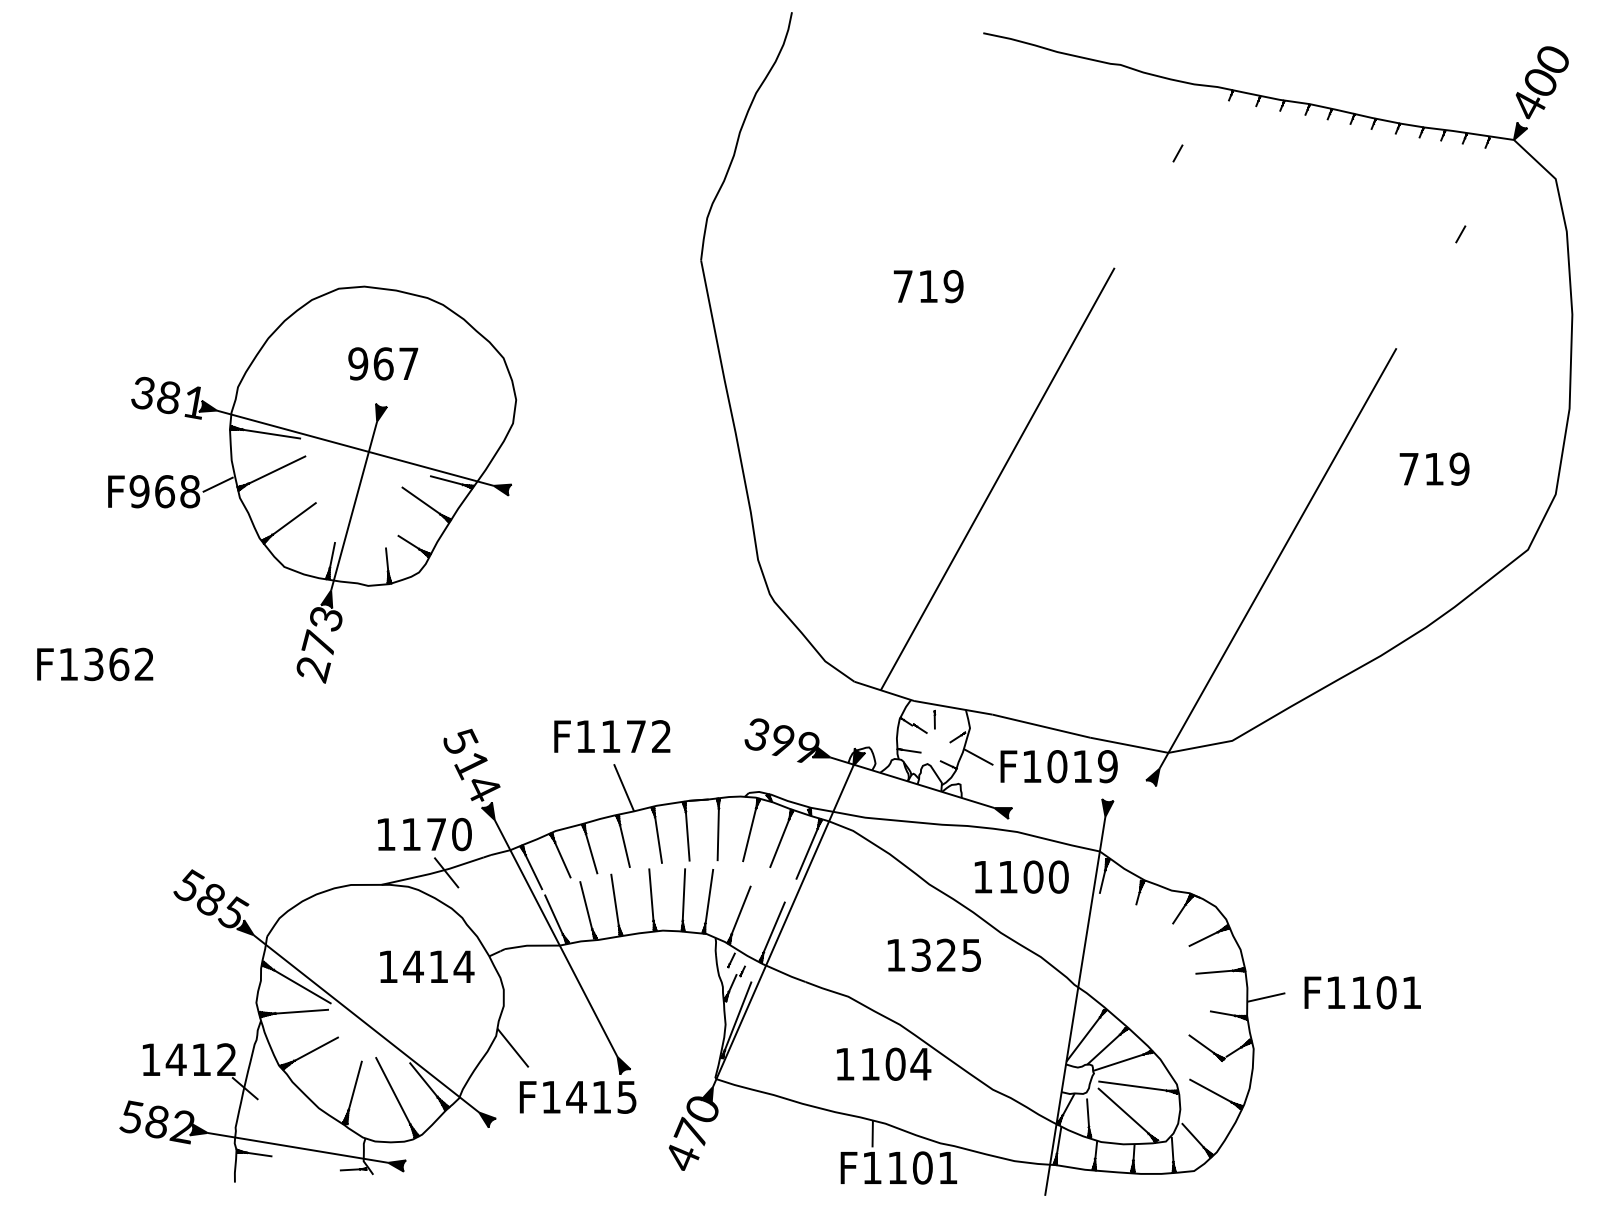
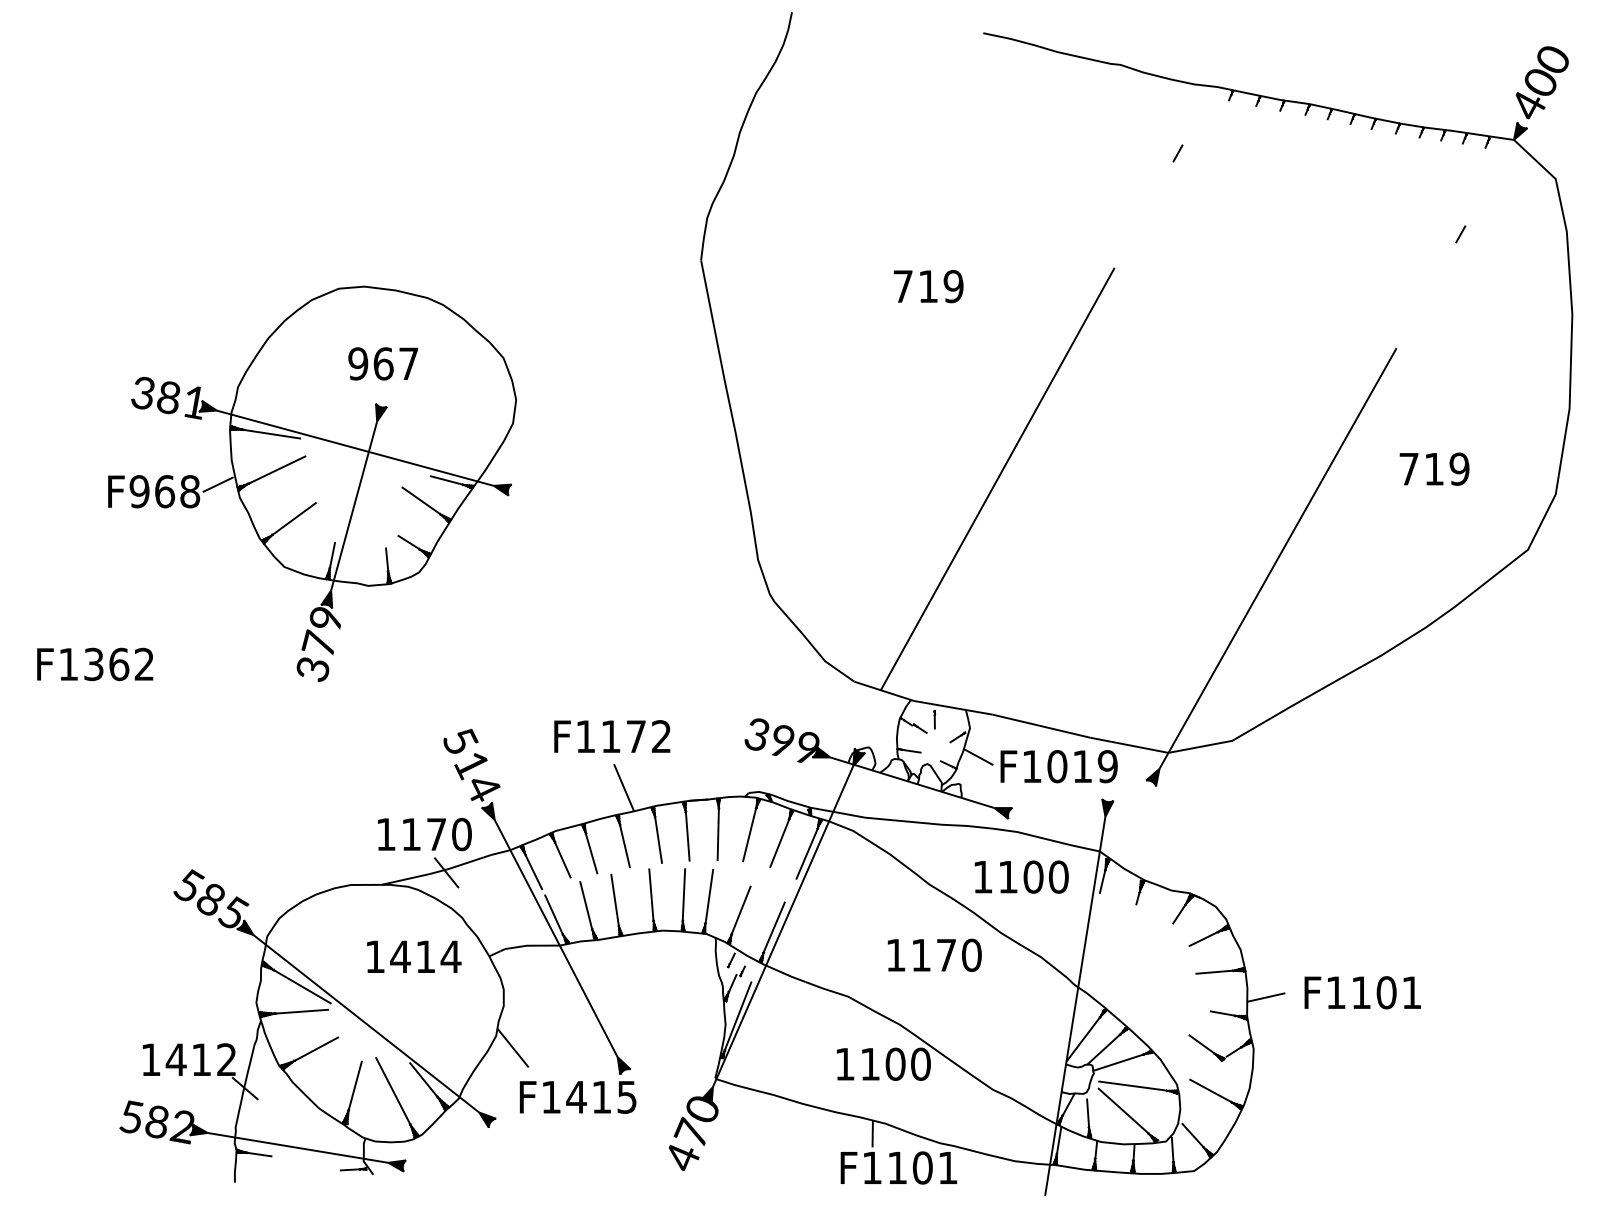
text at (320, 645): 273 -> 379
text at (946, 954): 1325 -> 1170
text at (427, 966) position: (427, 966) -> (414, 956)
text at (920, 1063): 1104 -> 1100
